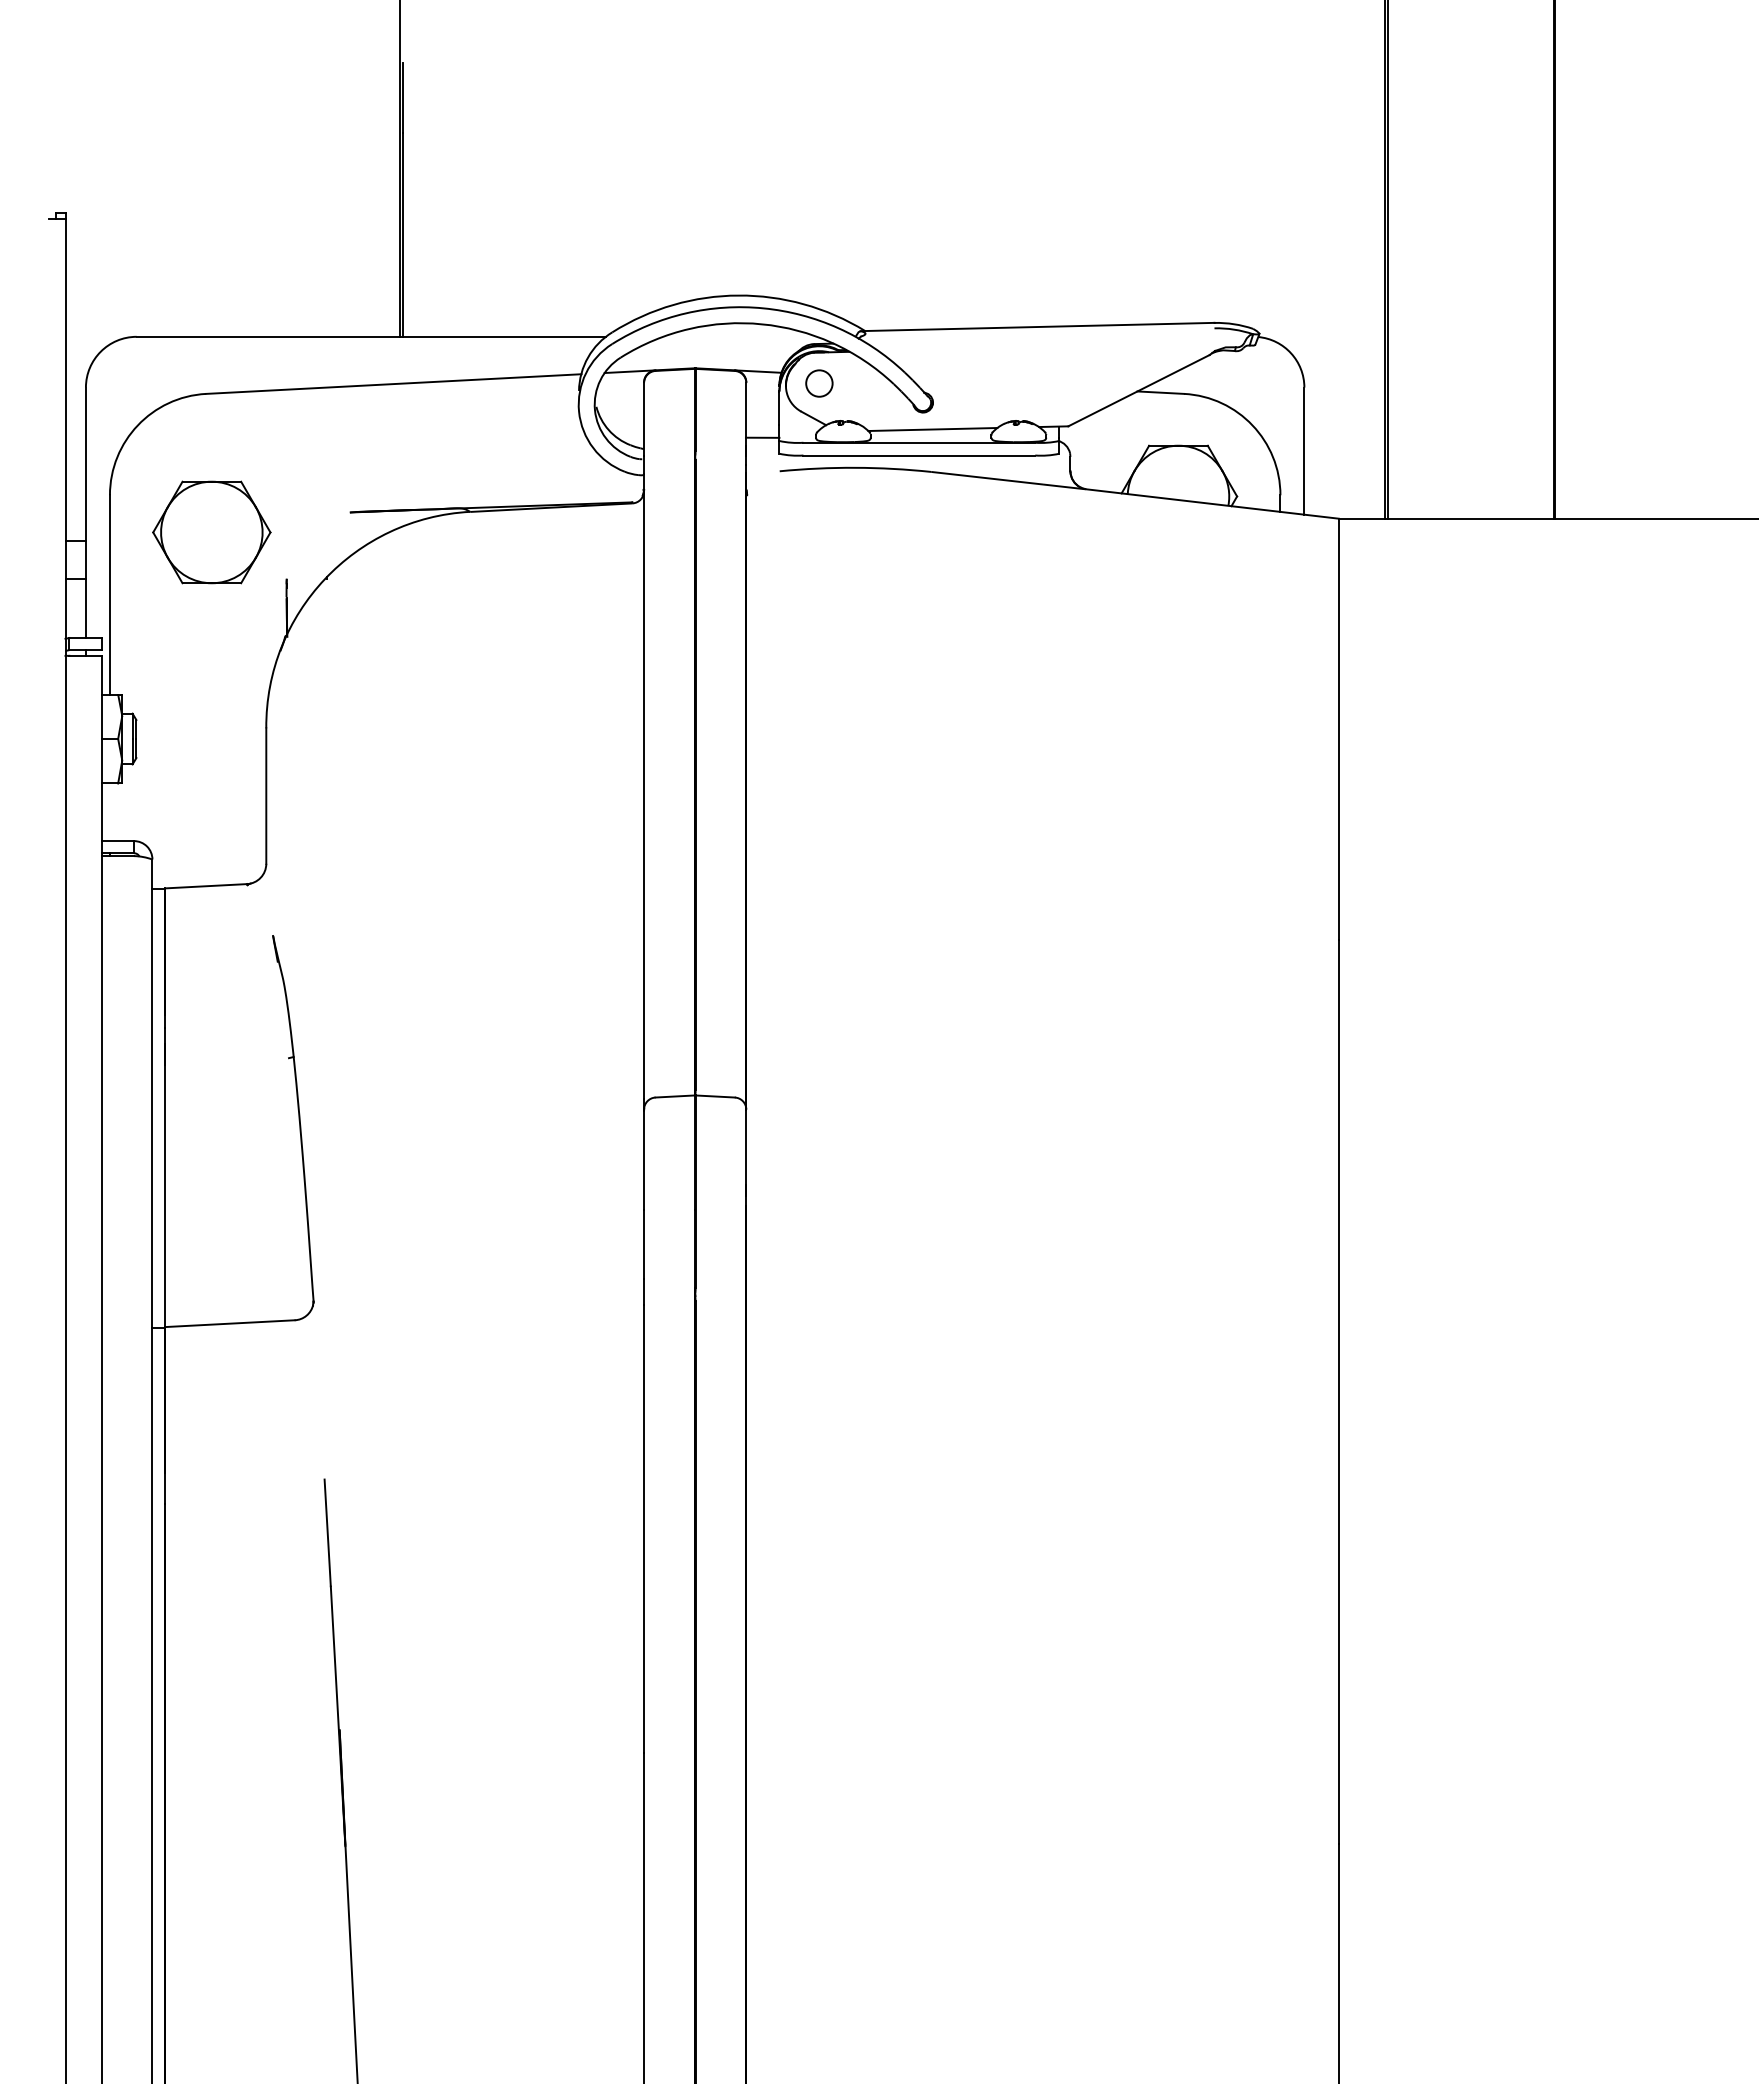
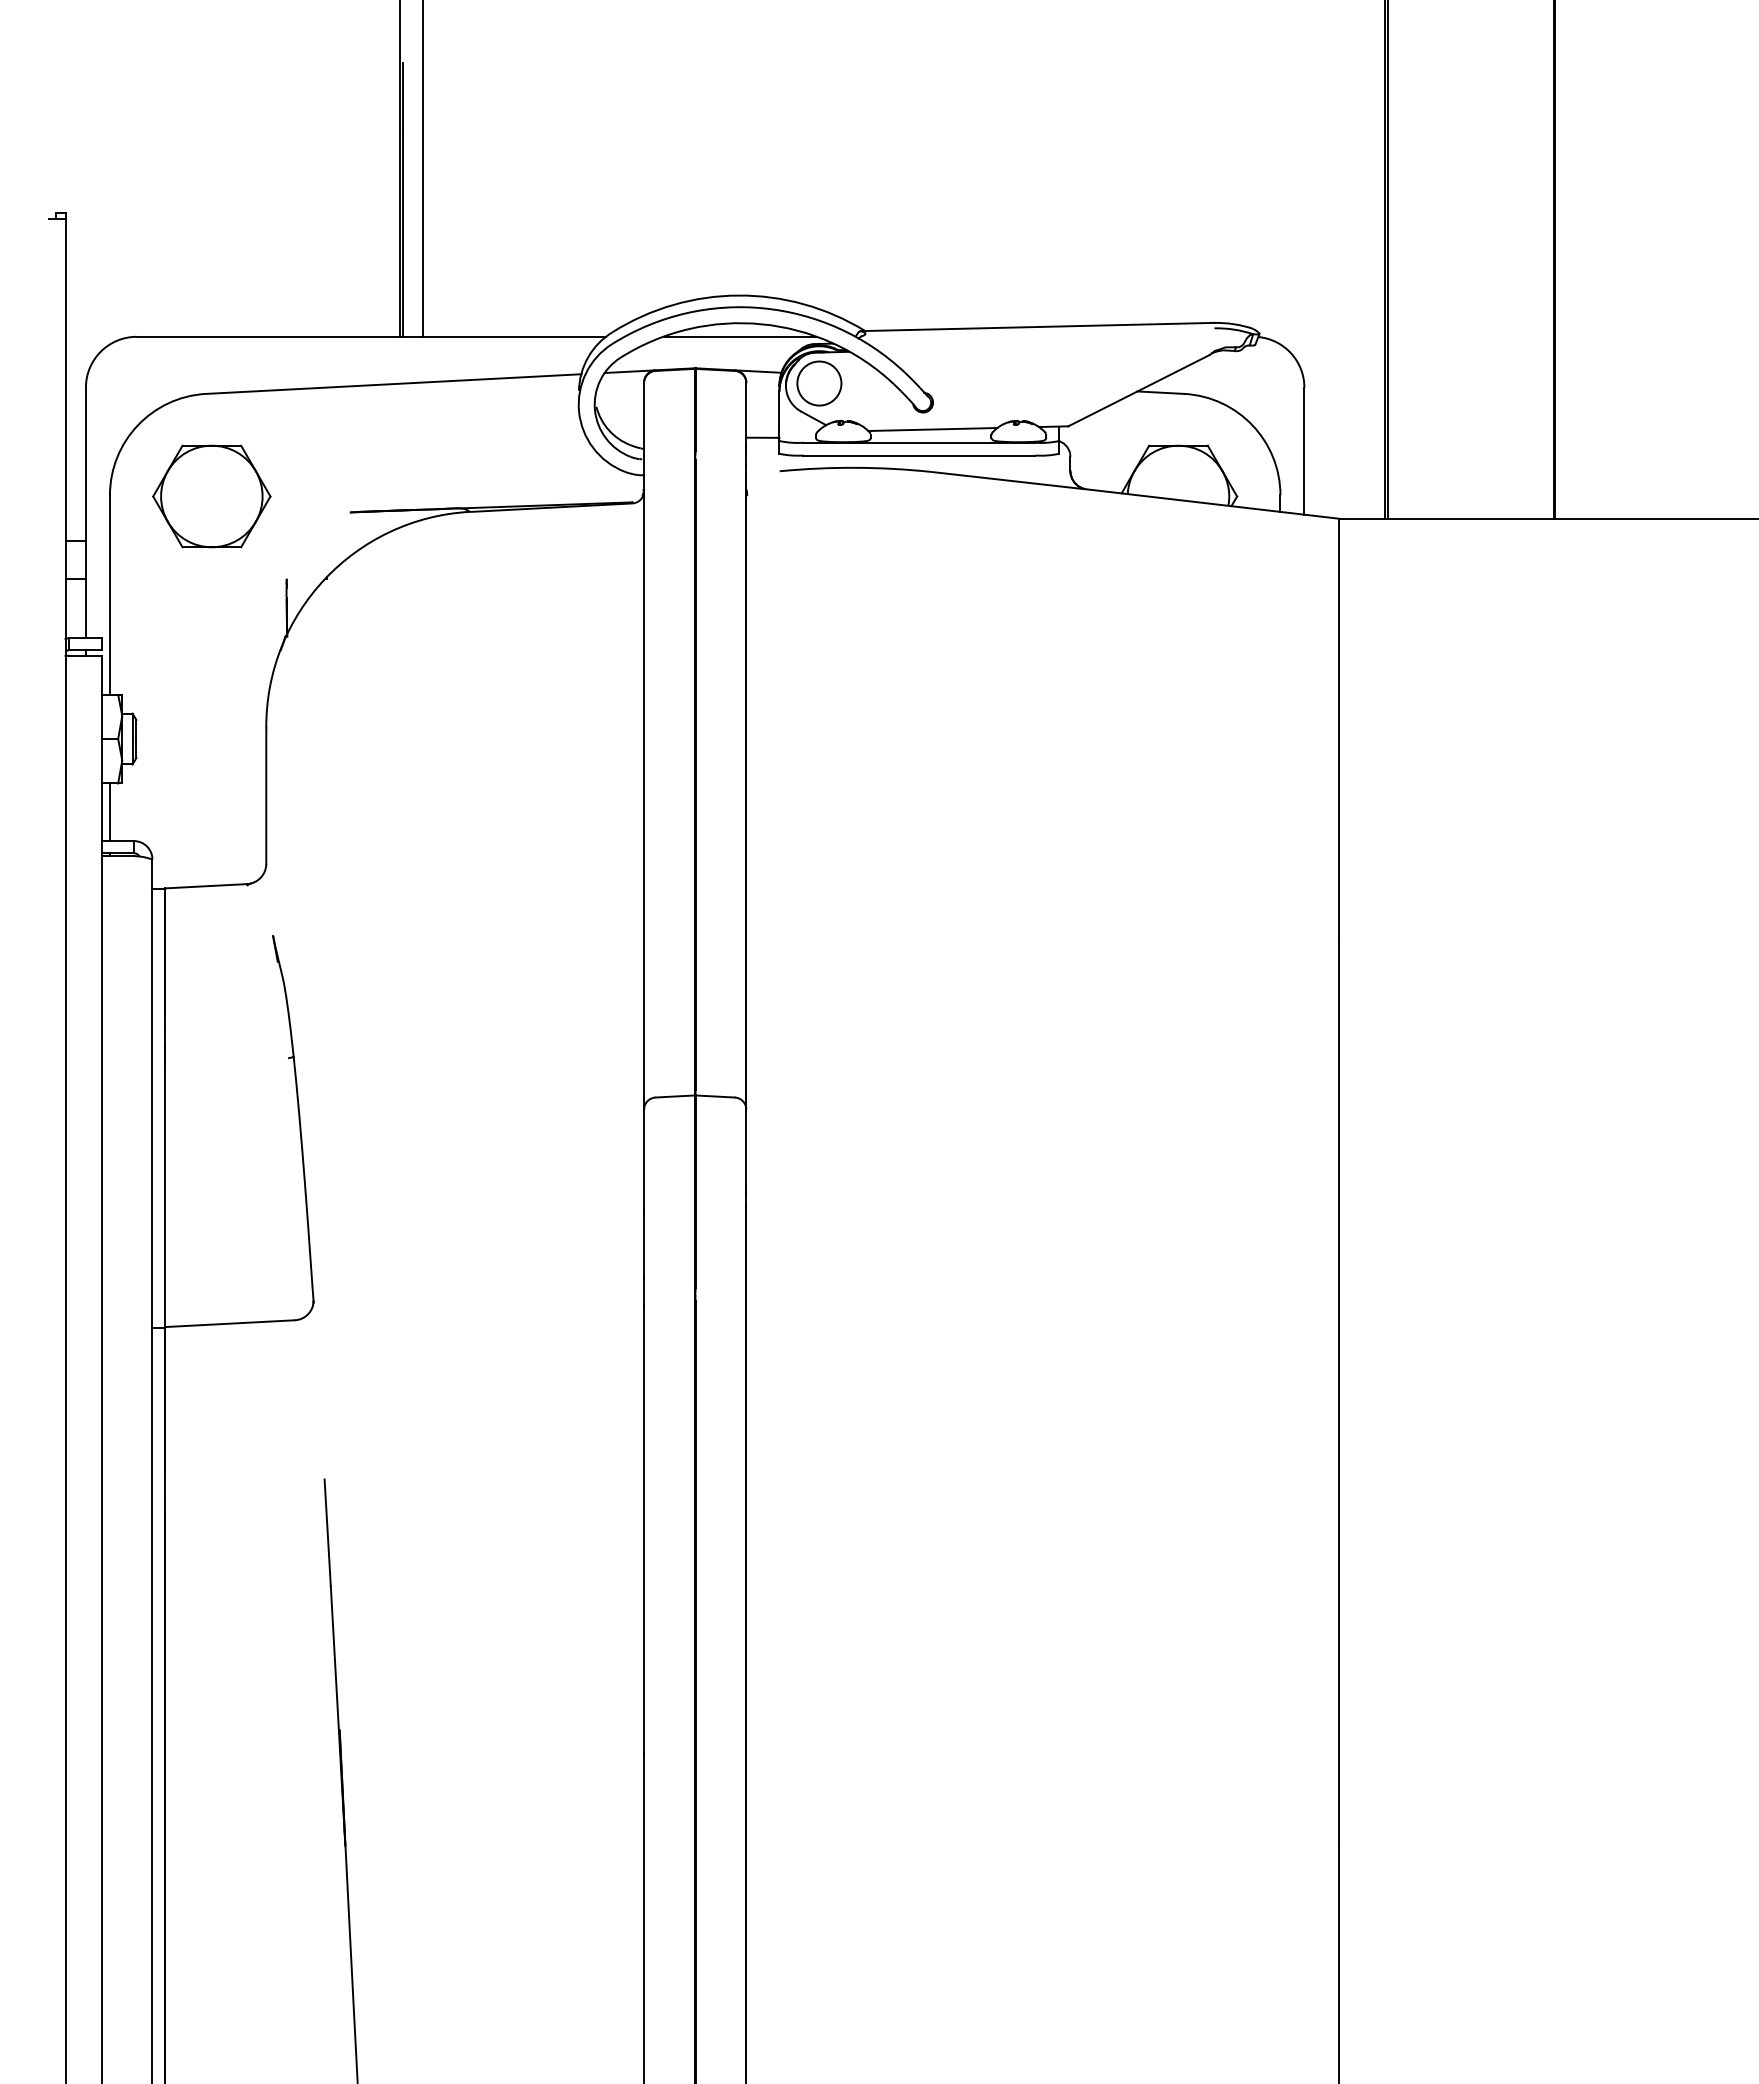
line at (423, 169): none -> present
line at (740, 336): none -> present
circle at (819, 383) diameter: 26 px -> 44 px
part at (211, 532) position: (211, 532) -> (211, 496)
line at (109, 812): none -> present
